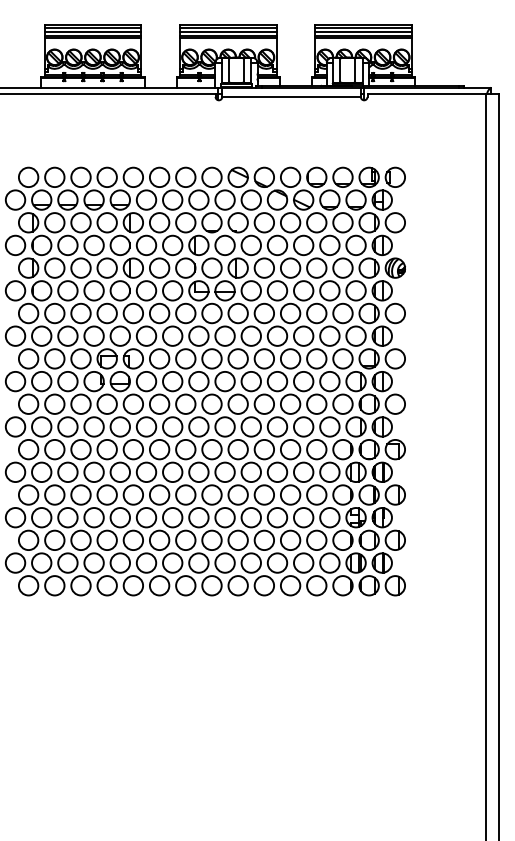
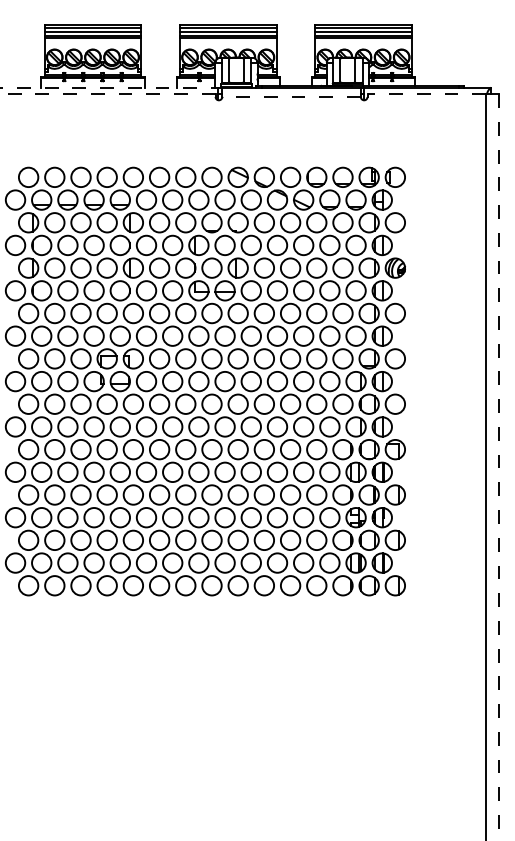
line at (109, 87): solid -> dashed
line at (107, 94): solid -> dashed
line at (426, 94): solid -> dashed
line at (291, 97): solid -> dashed
line at (499, 467): solid -> dashed
